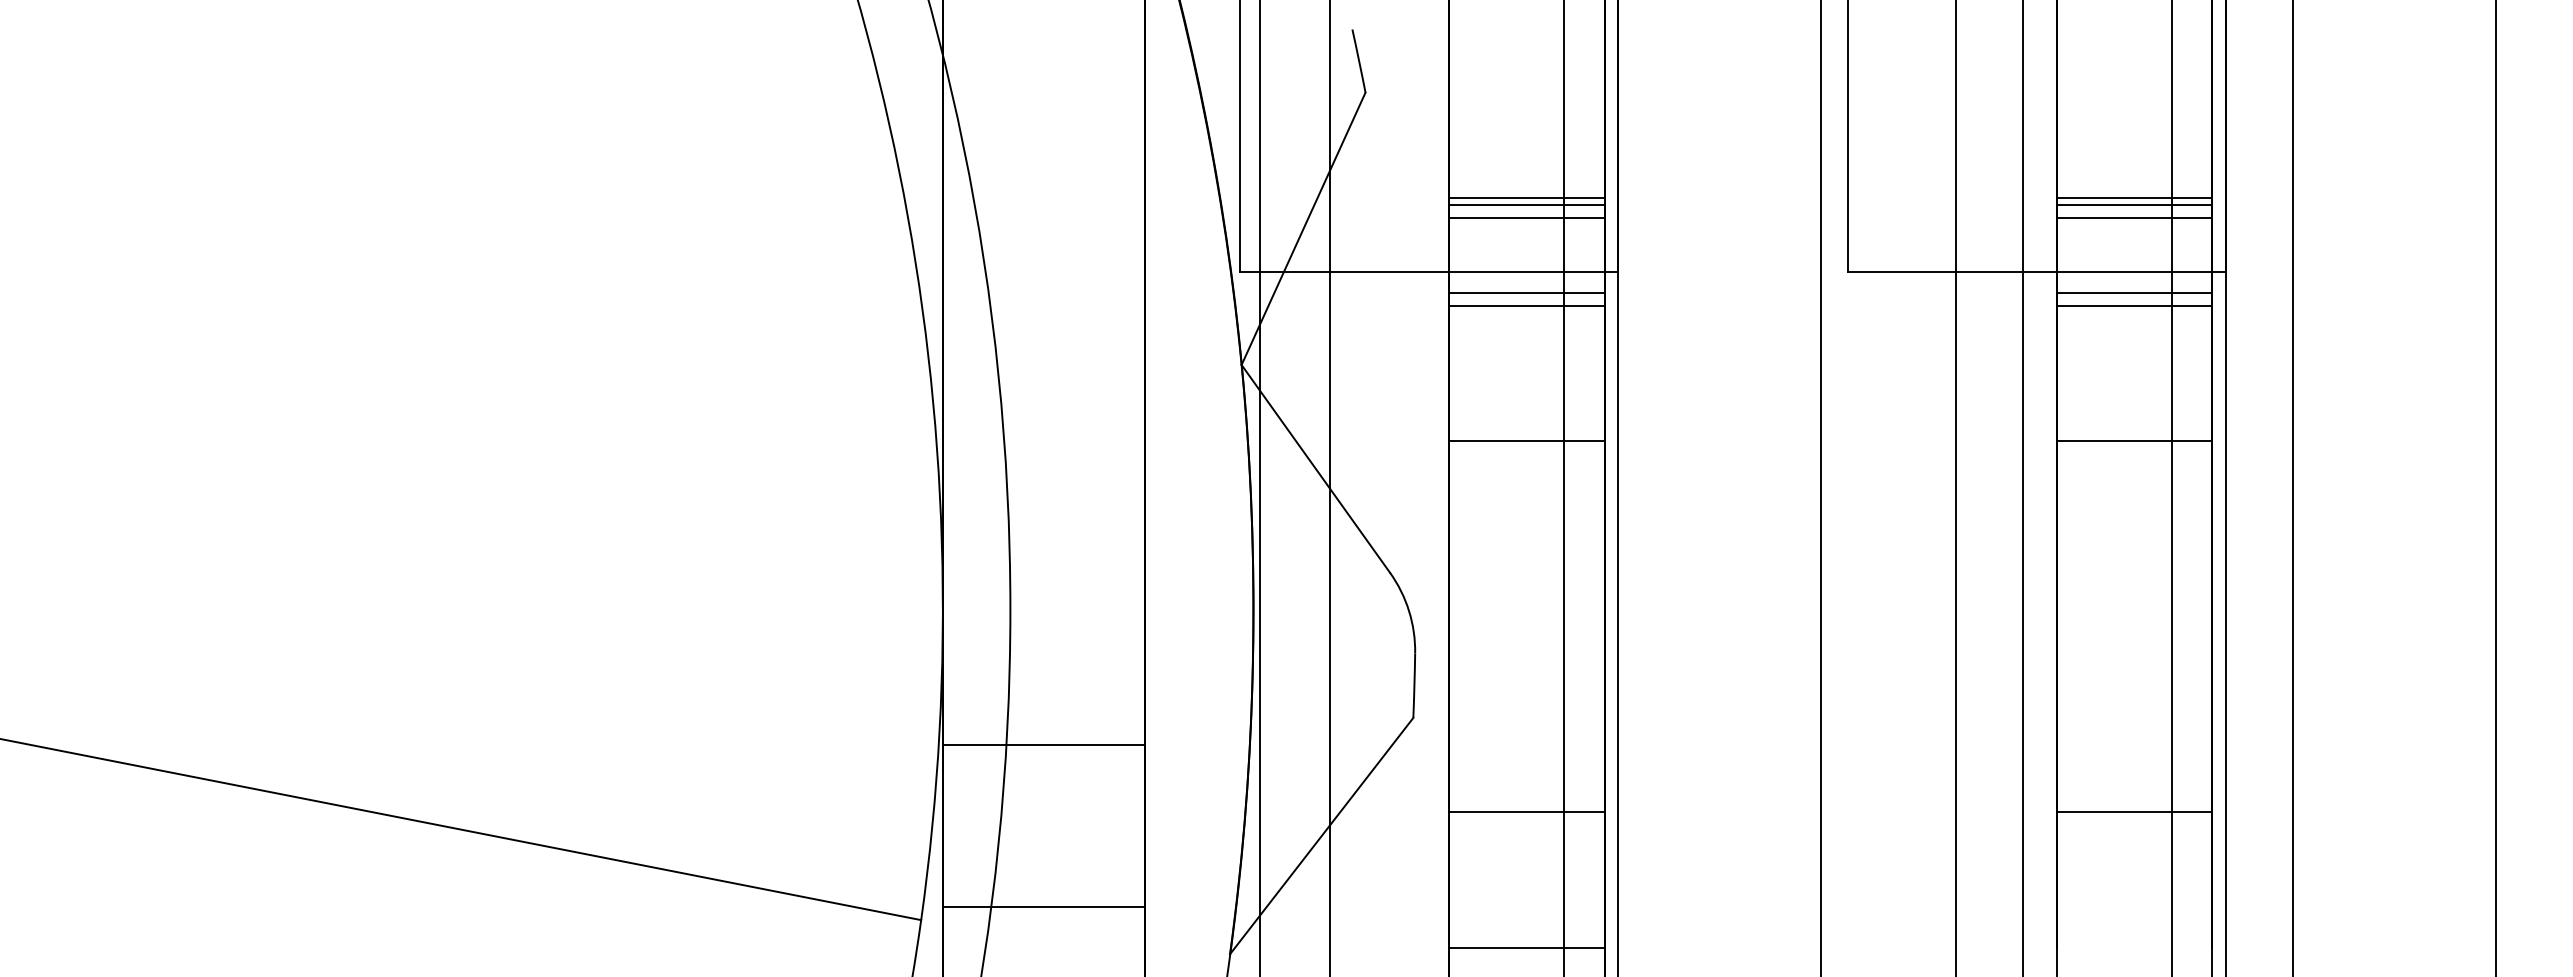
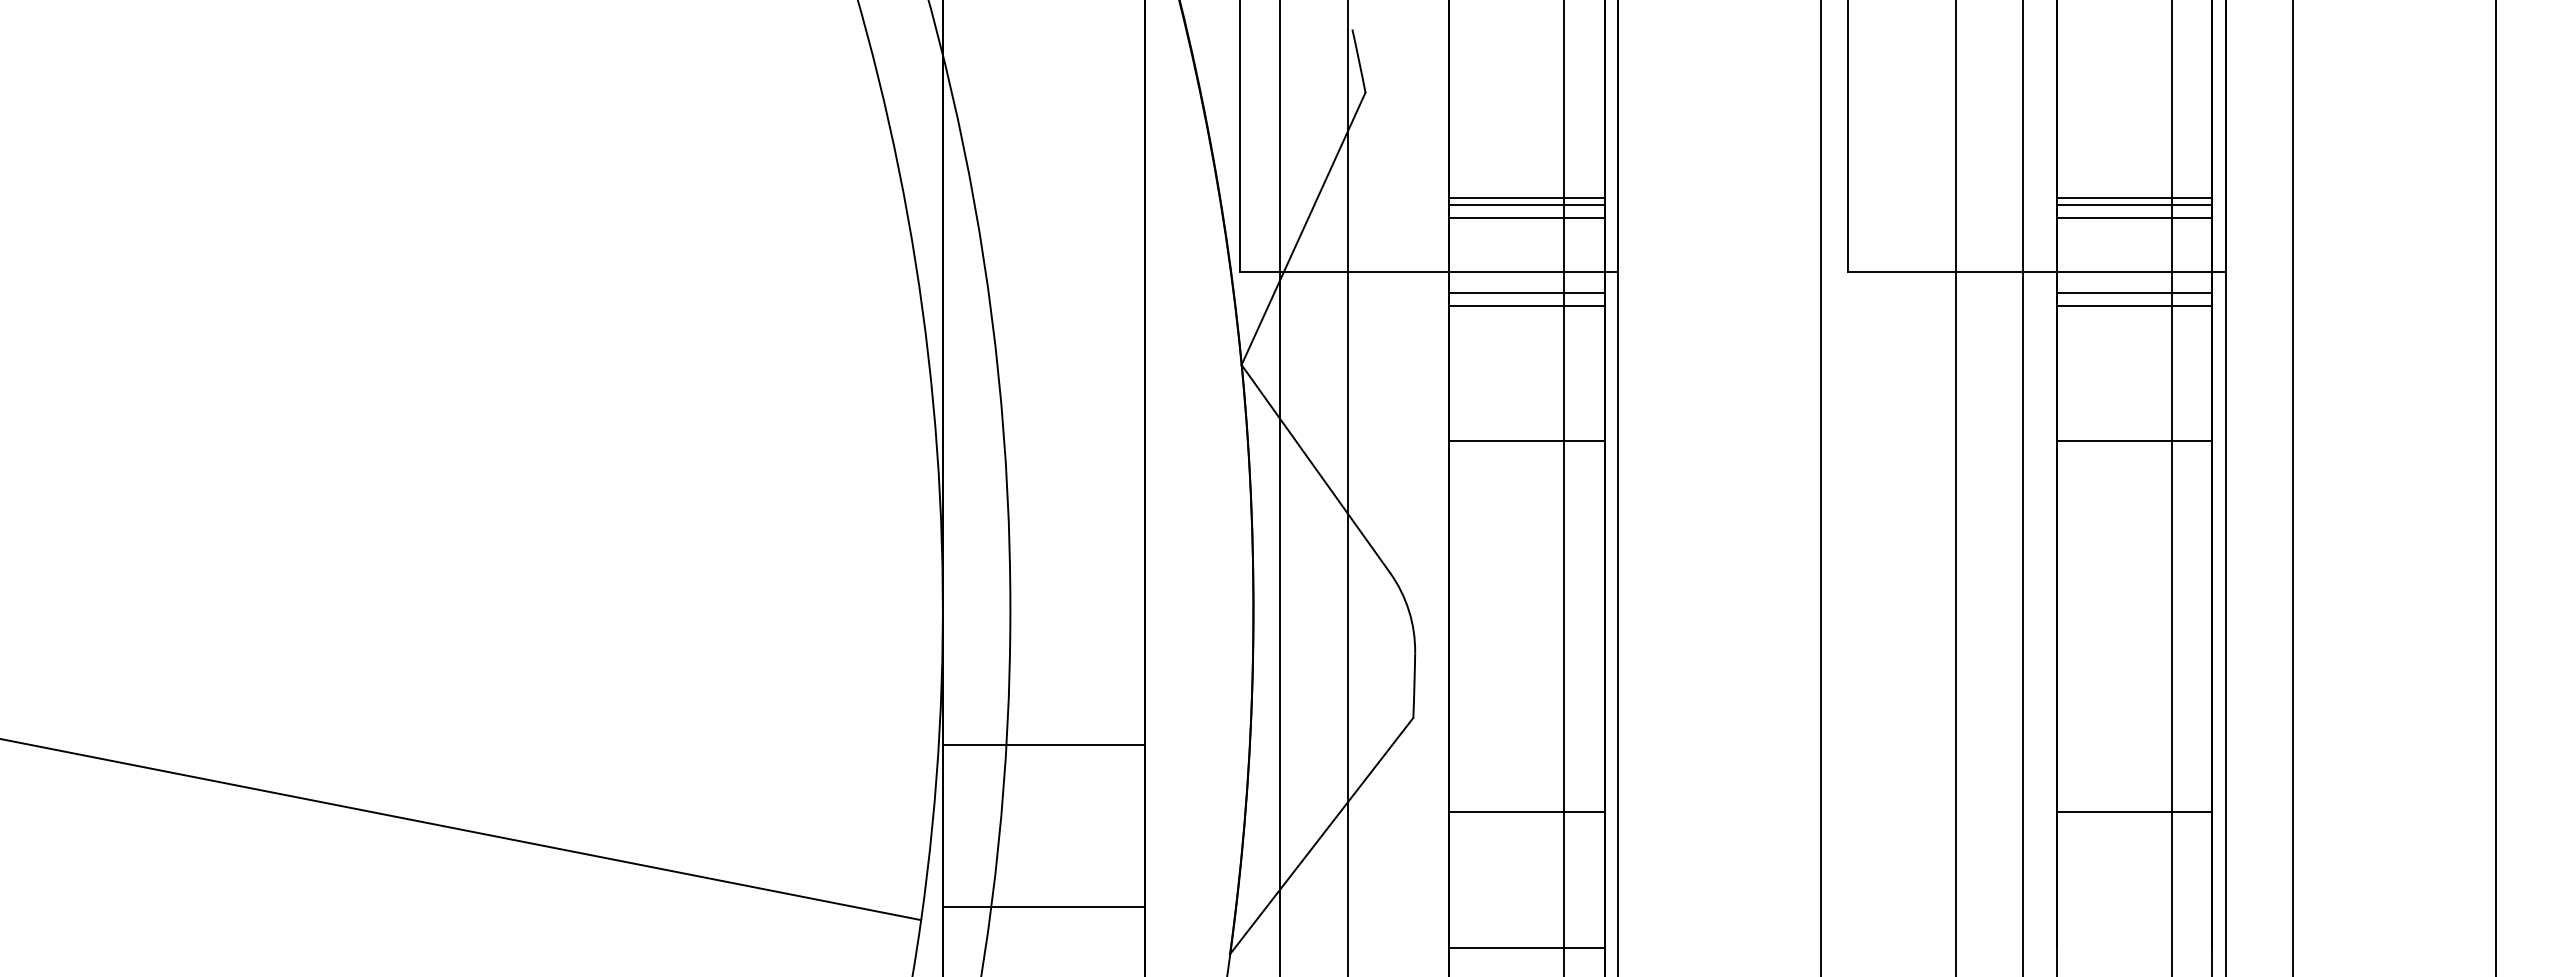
line at (1260, 487) position: (1260, 487) -> (1280, 487)
line at (1329, 487) position: (1329, 487) -> (1347, 487)
